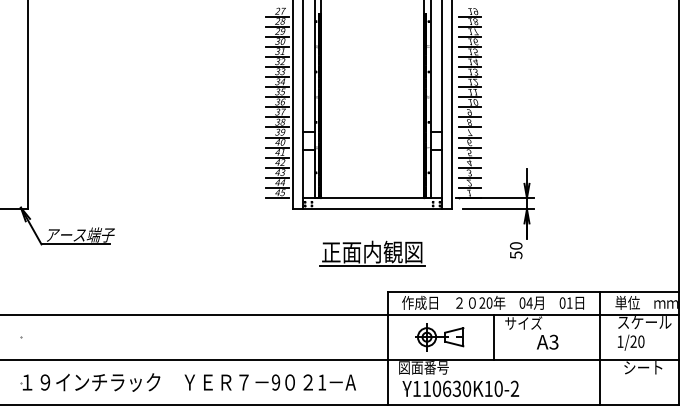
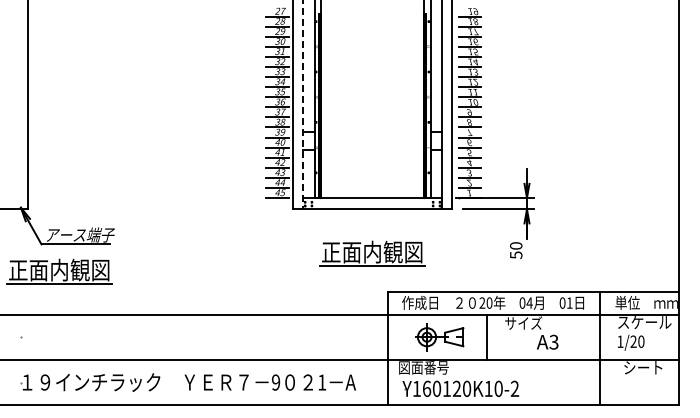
line at (303, 105): solid -> dashed
part at (59, 271): none -> present
line at (493, 336) position: (493, 336) -> (486, 336)
text at (442, 388): Y110630K10-2 -> Y160120K10-2
